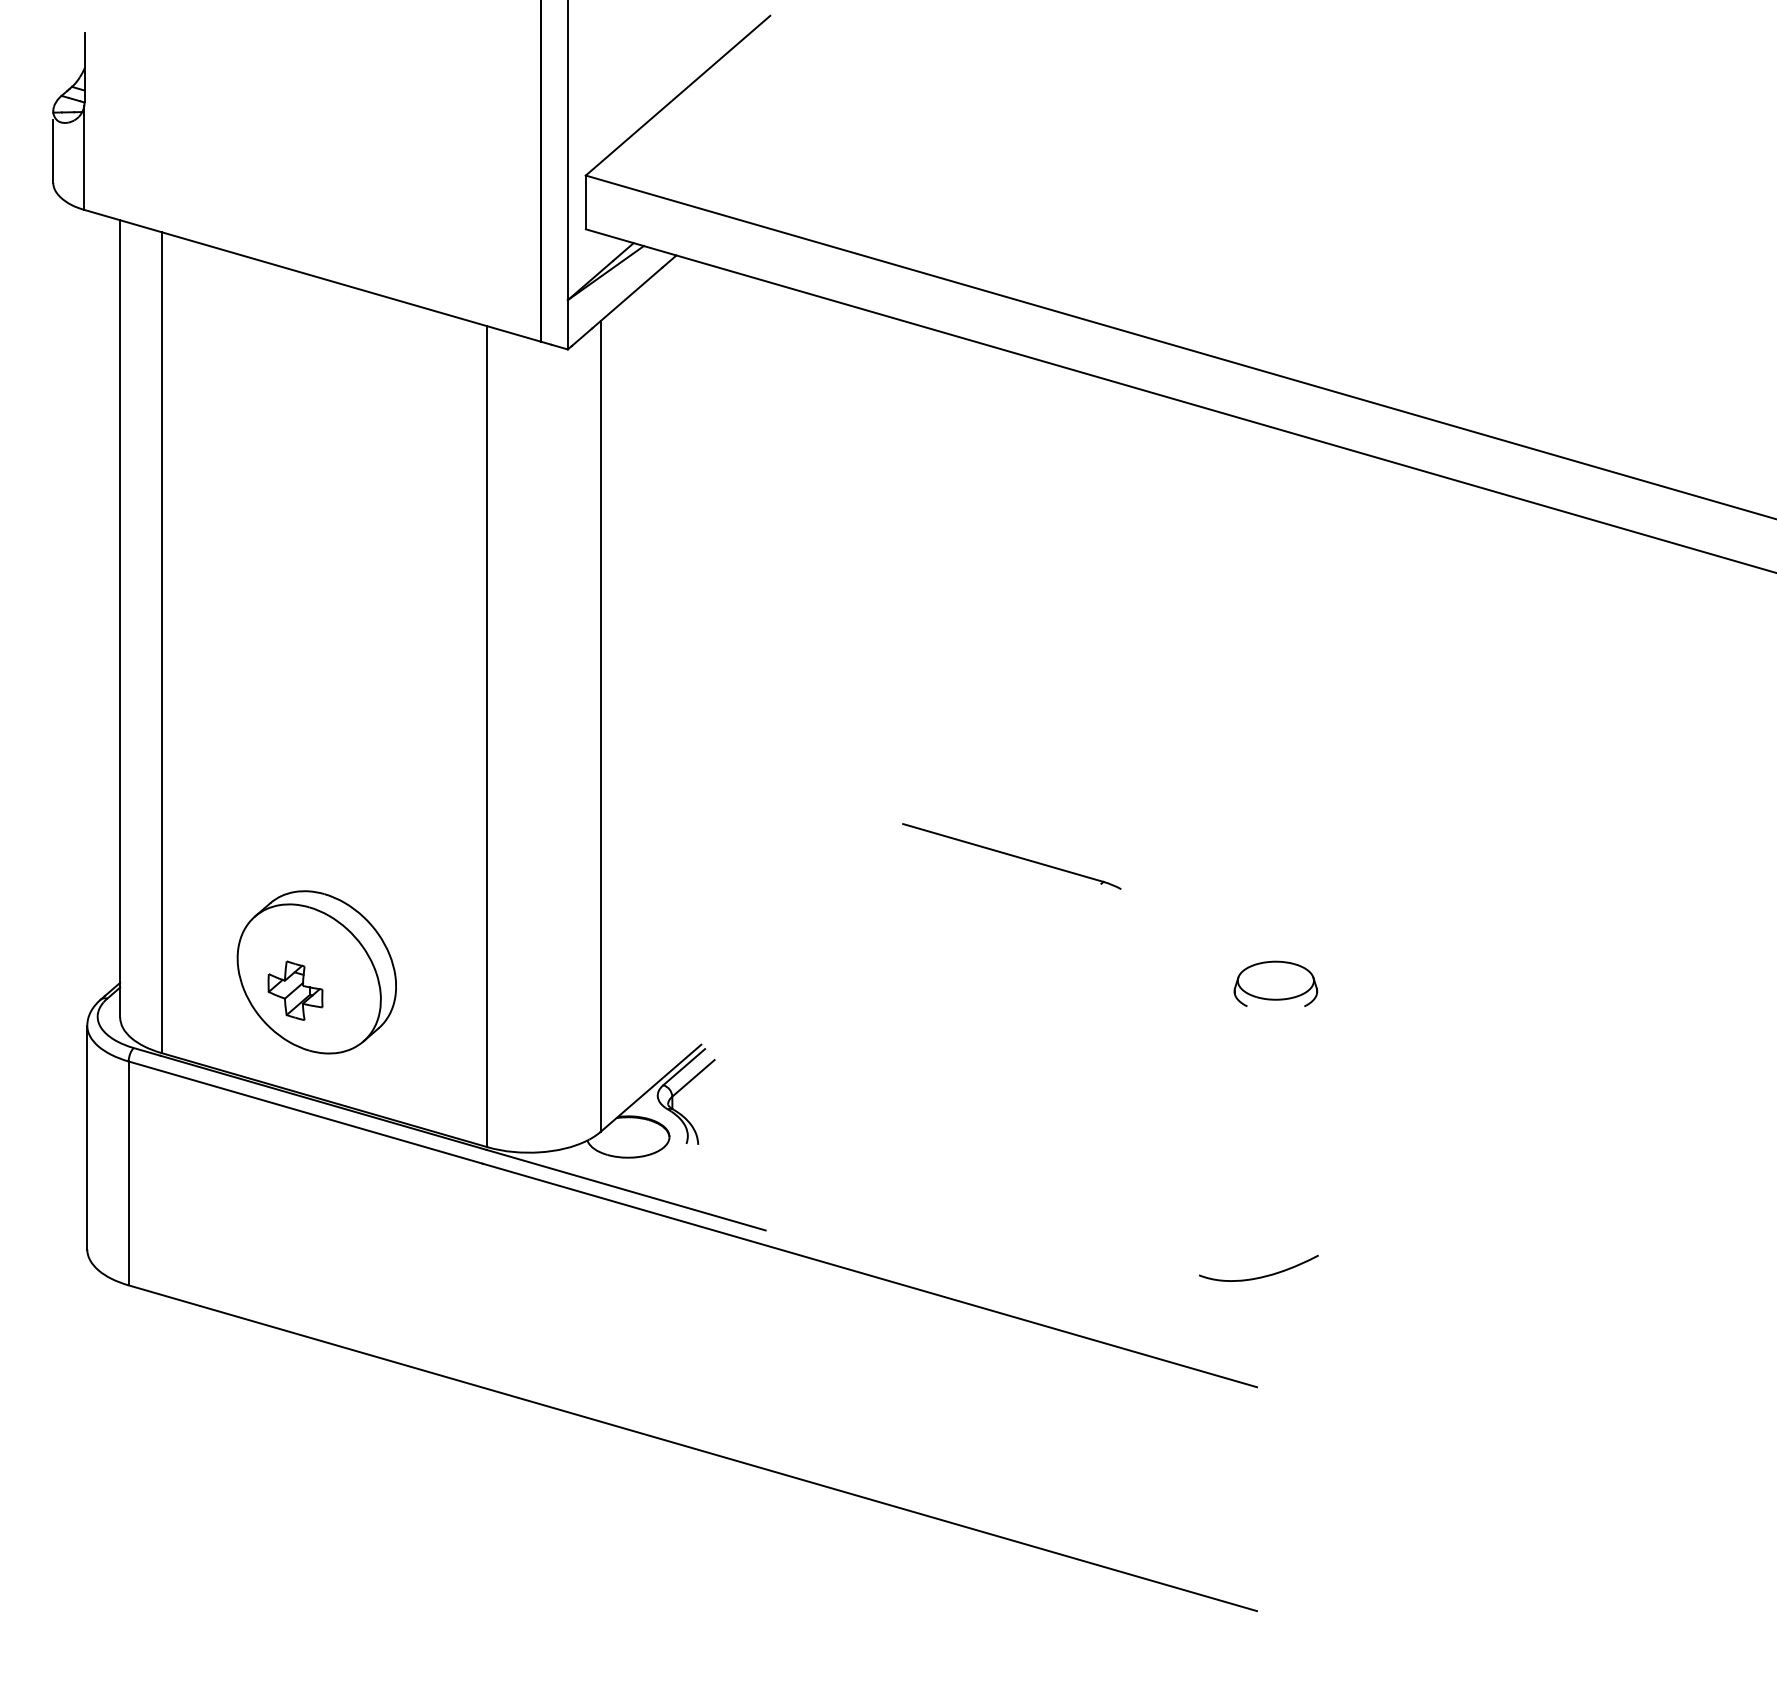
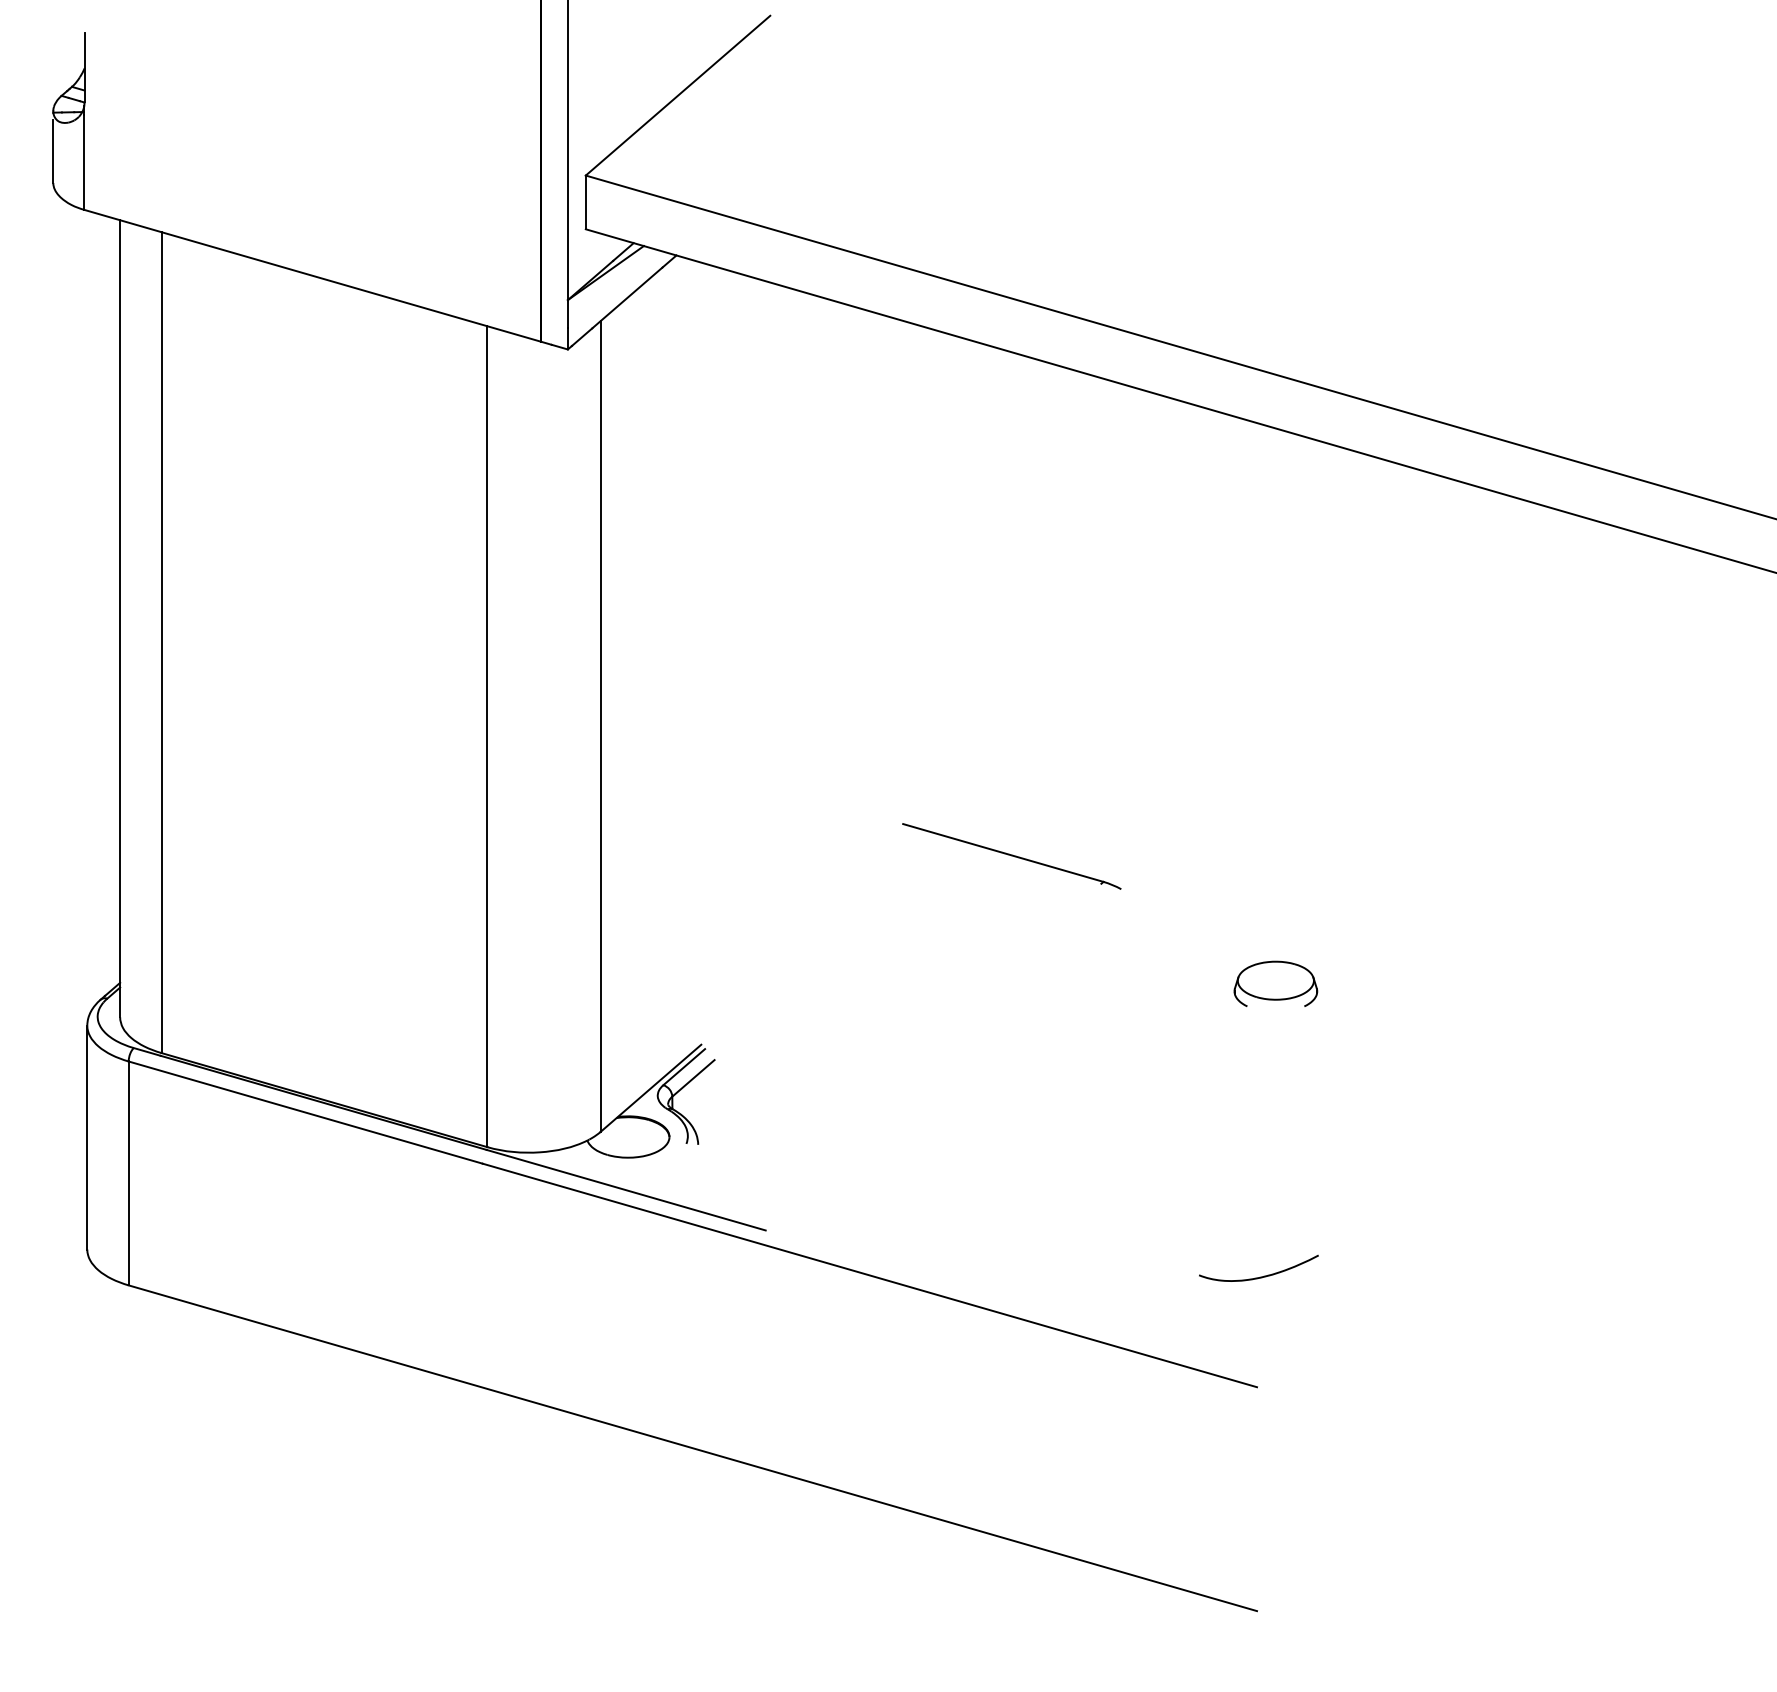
part at (316, 972): present -> none
